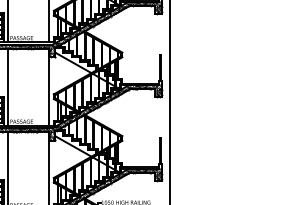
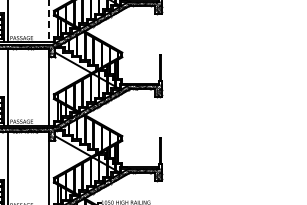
line at (48, 21): solid -> dashed
line at (170, 101): present -> none
